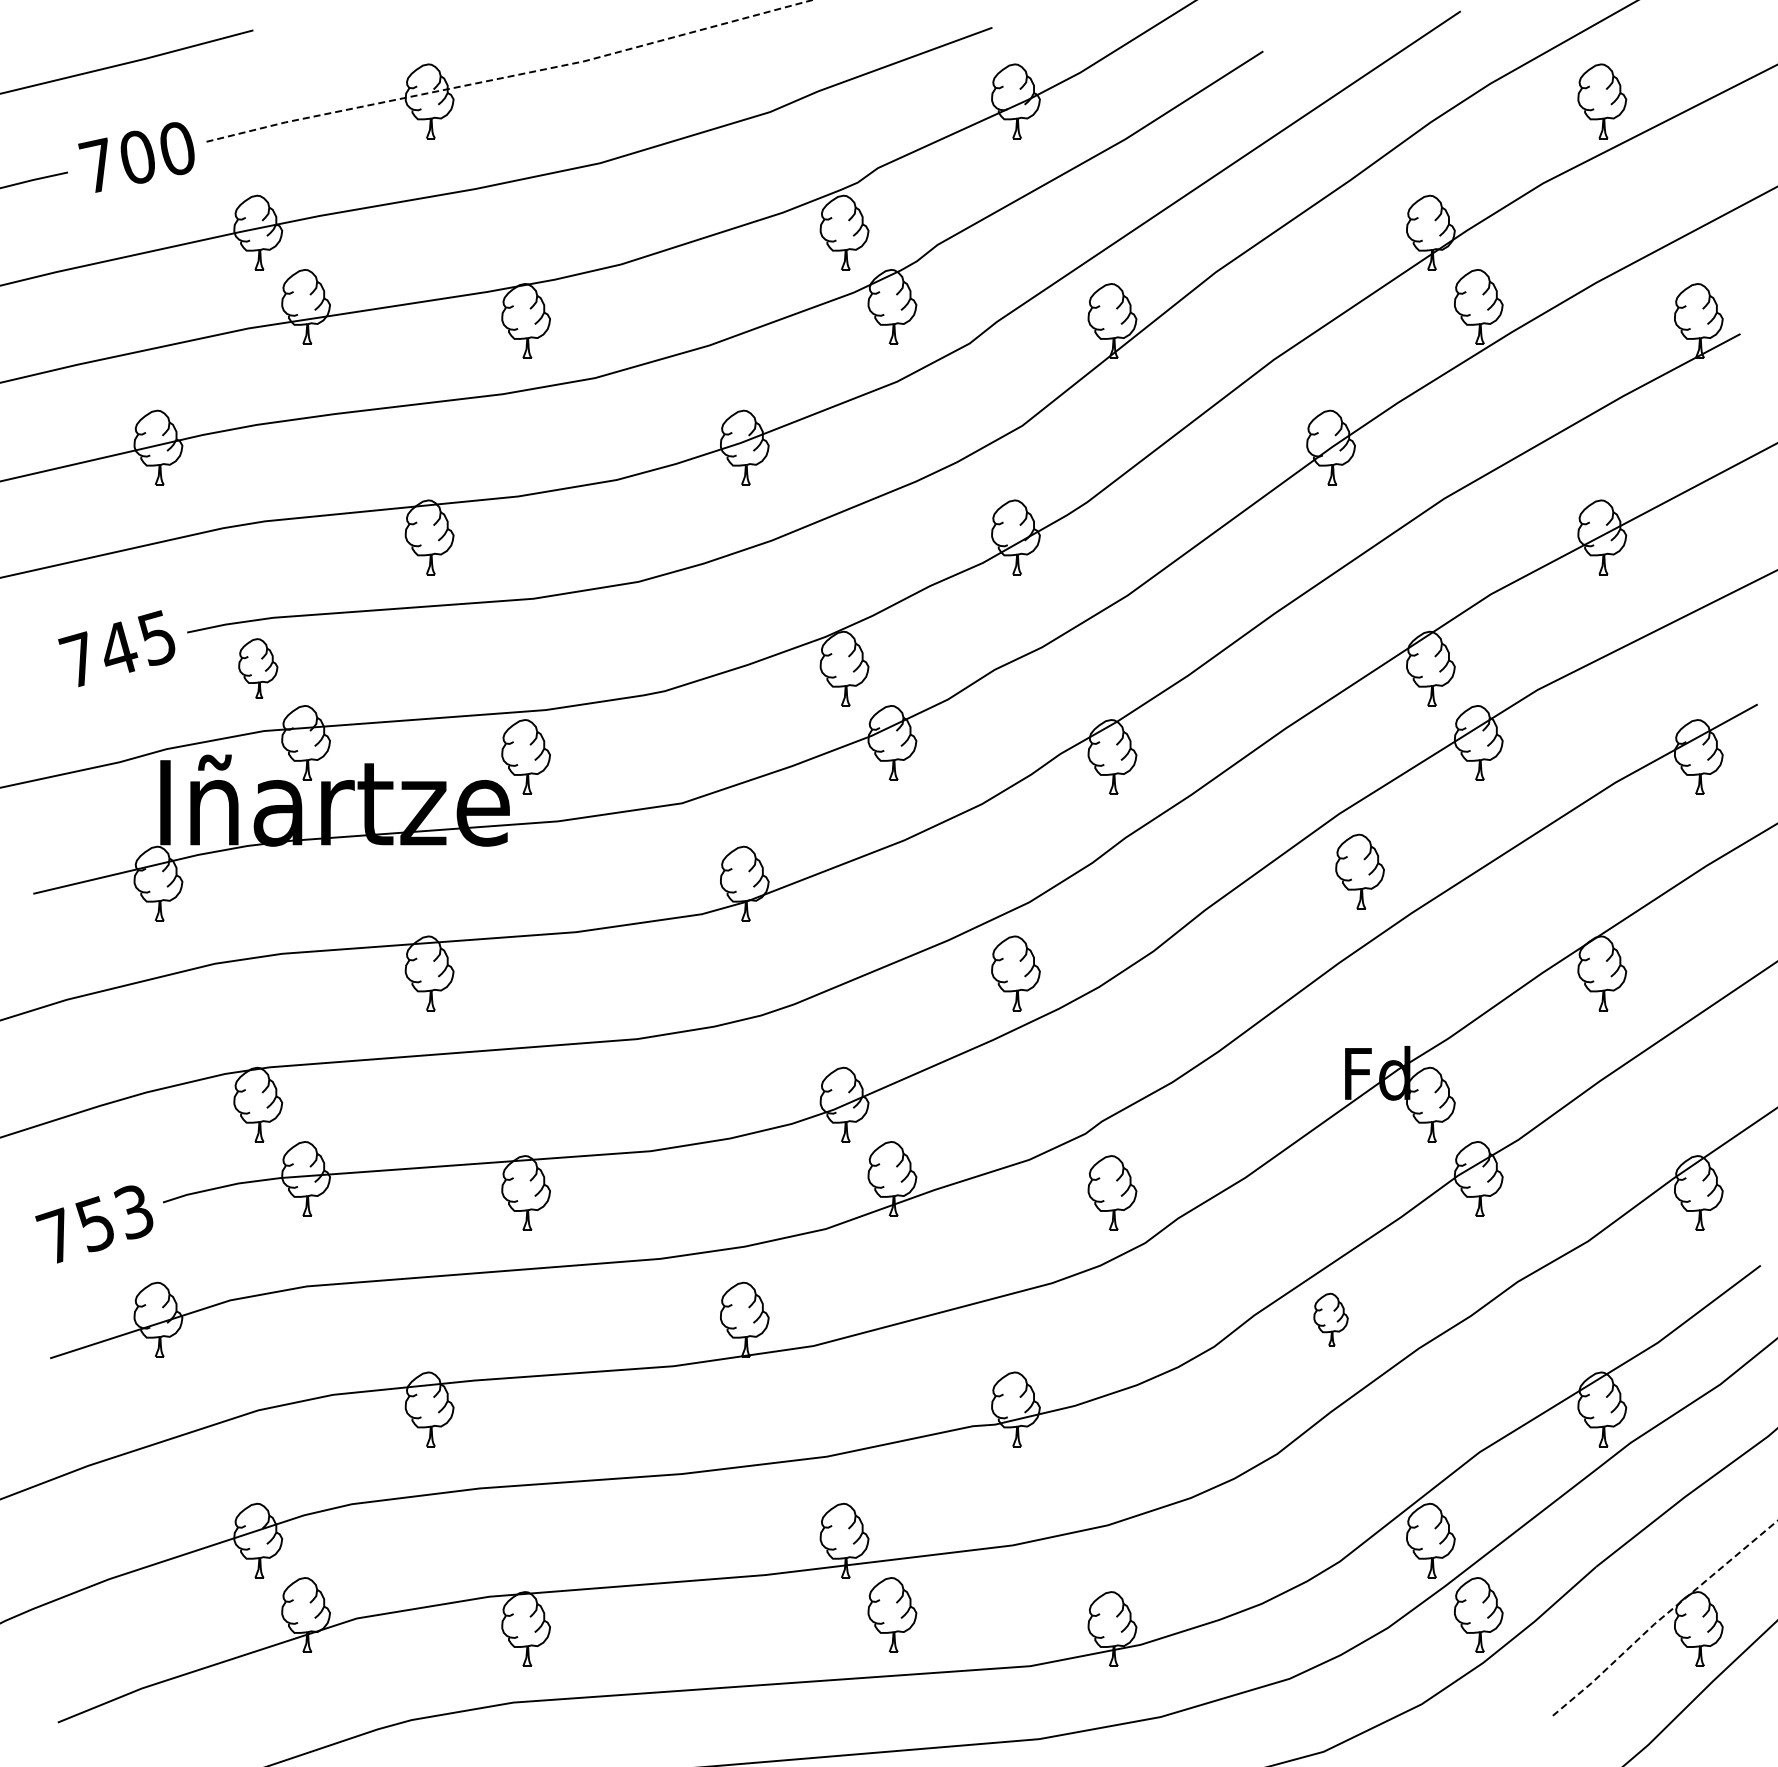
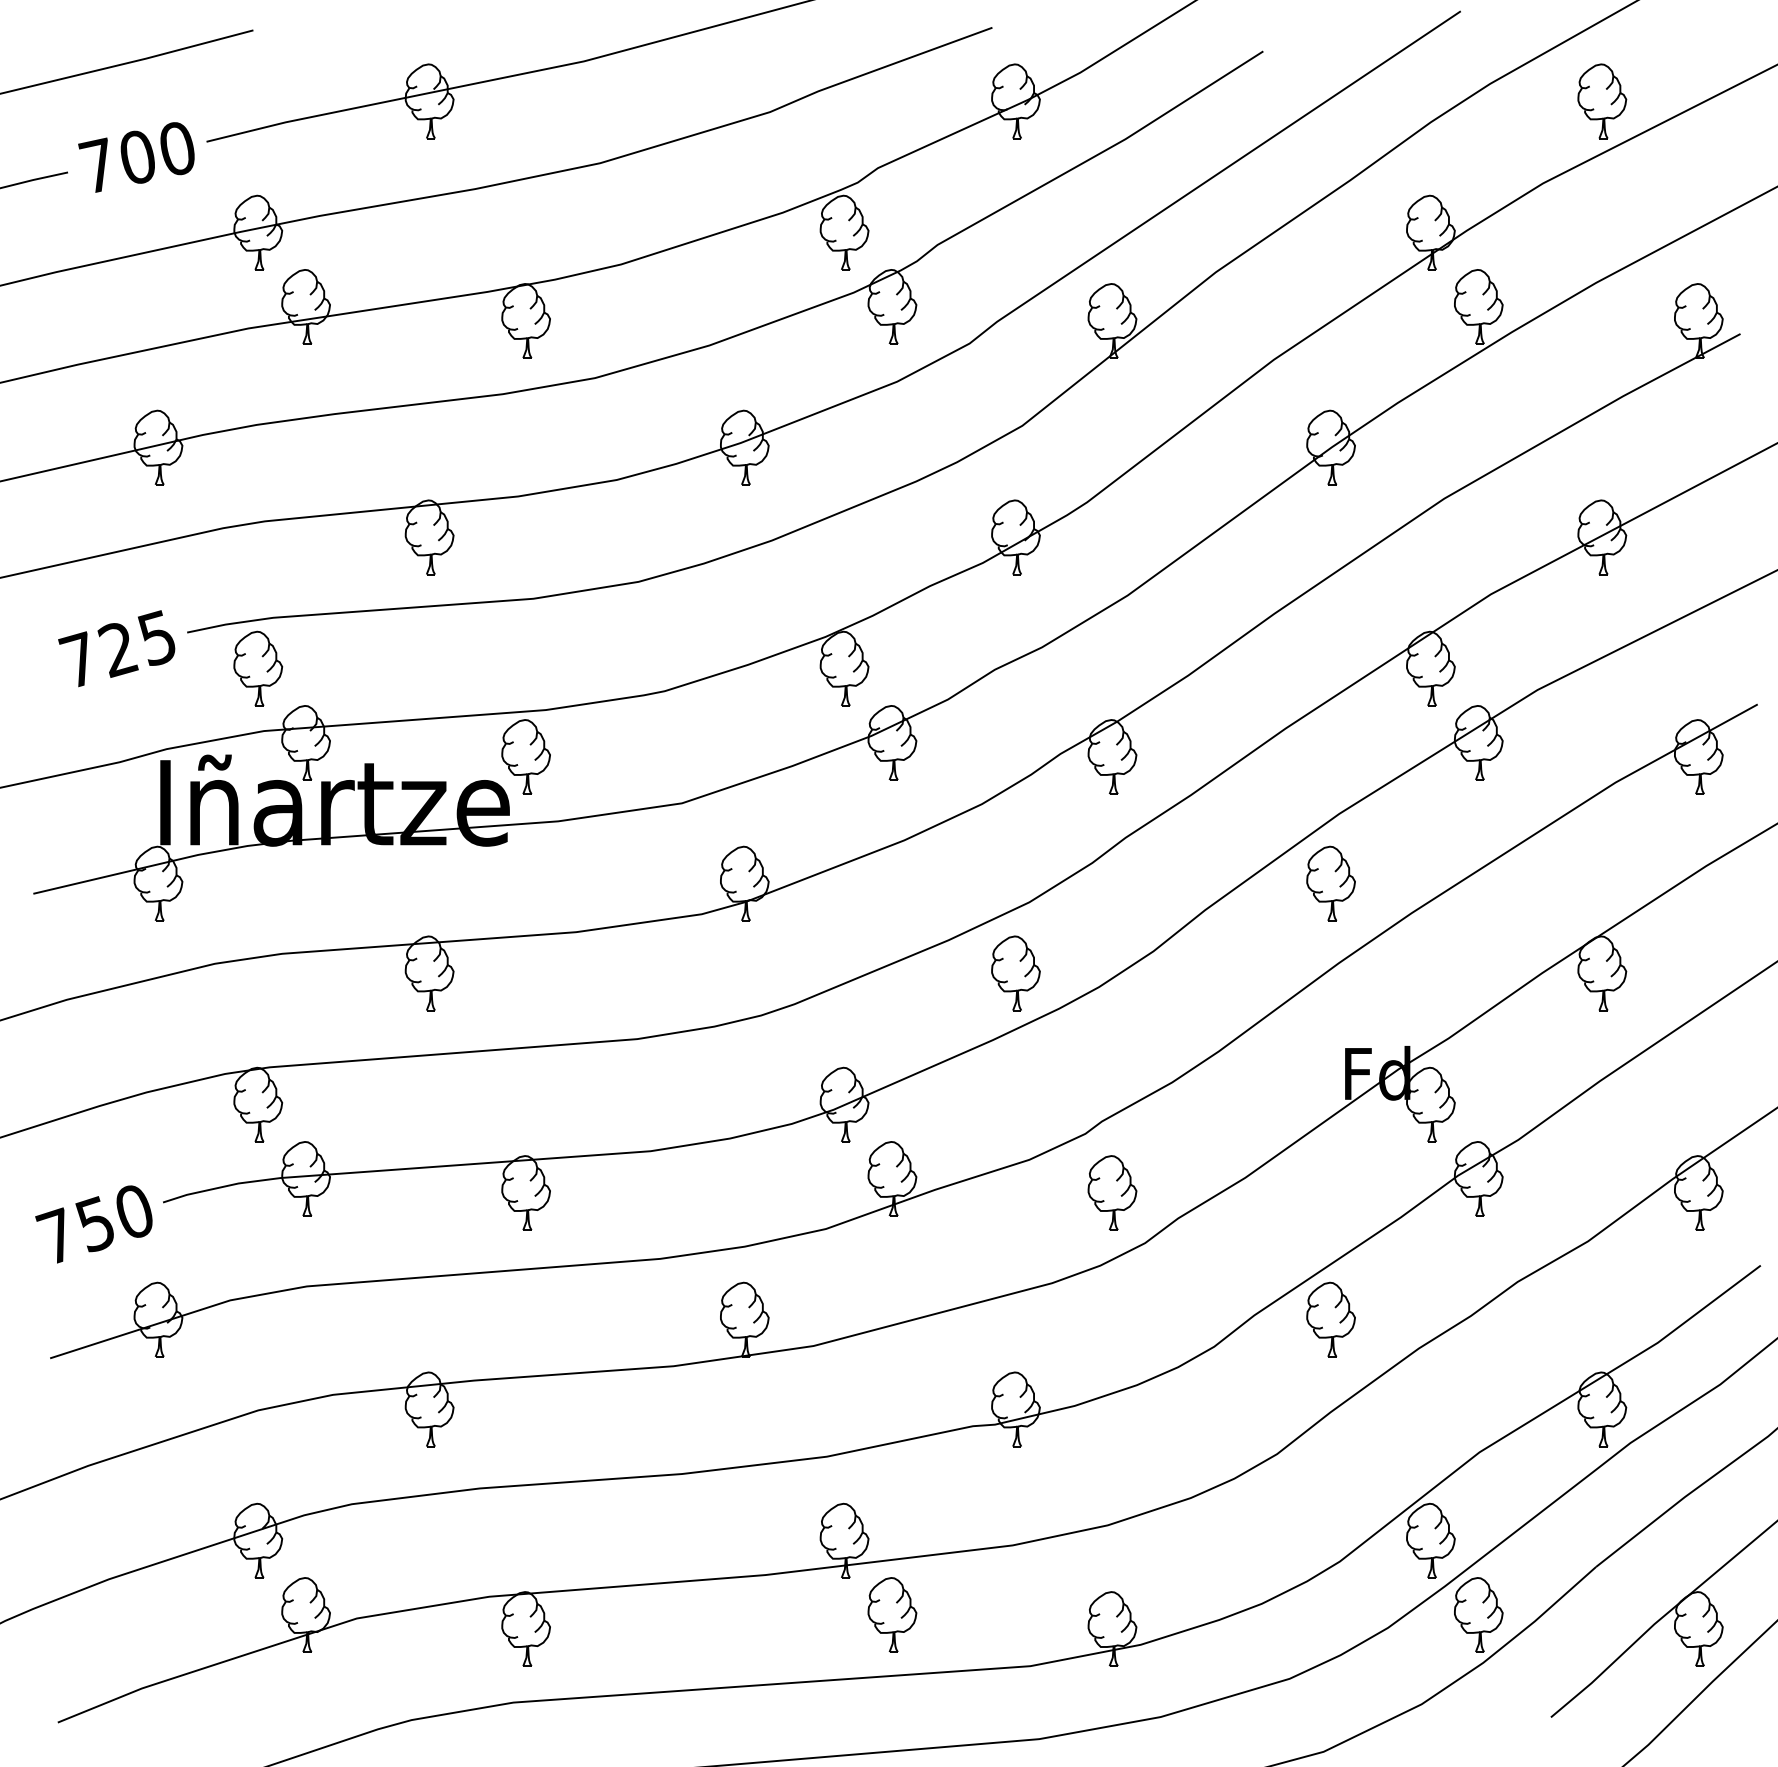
line at (510, 76): dashed -> solid
text at (117, 649): 745 -> 725
part at (258, 668) size: 41x61 px -> 51x77 px
part at (1359, 871) position: (1359, 871) -> (1330, 883)
text at (133, 1212): 753 -> 750
part at (1330, 1319) size: 36x55 px -> 50x77 px
line at (1661, 1618): dashed -> solid
